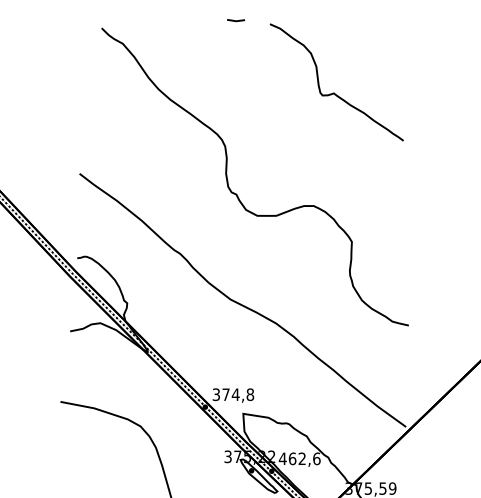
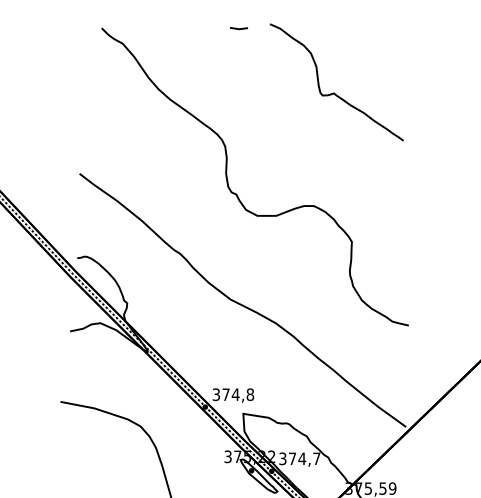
line at (235, 20) position: (235, 20) -> (238, 28)
text at (299, 458): 462,6 -> 374,7
